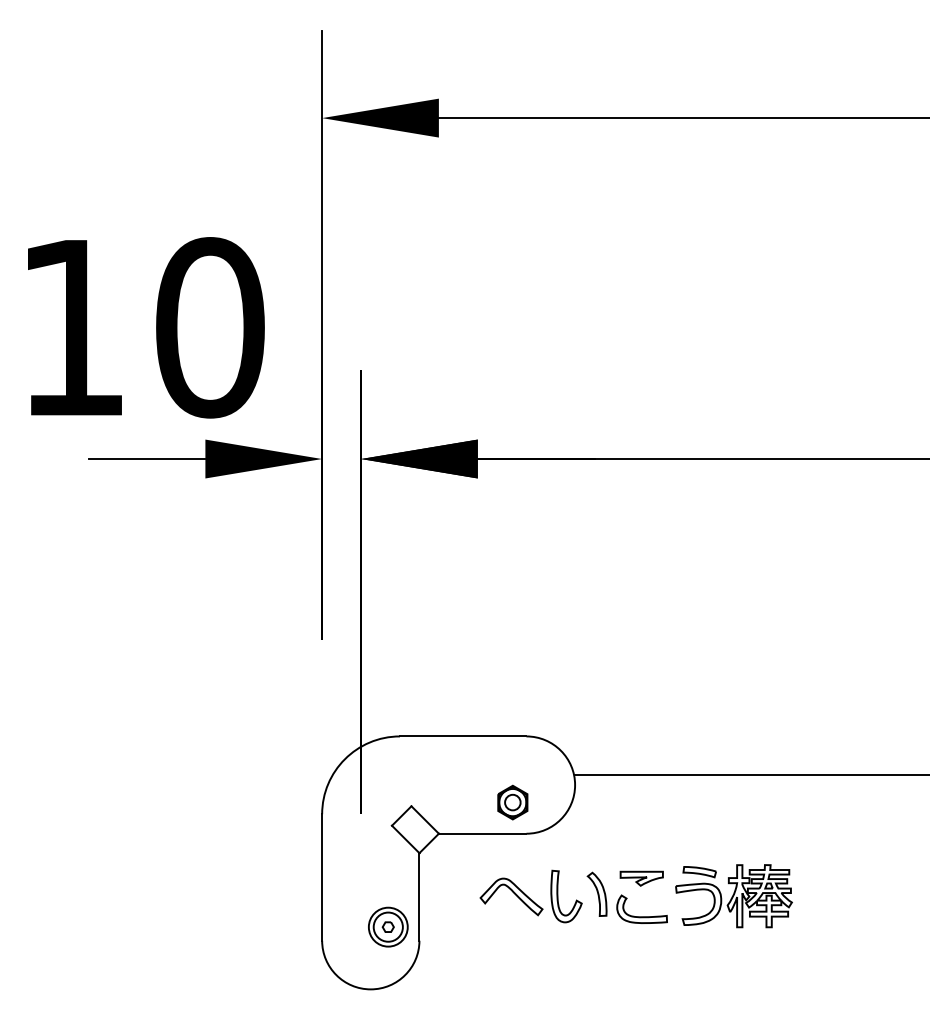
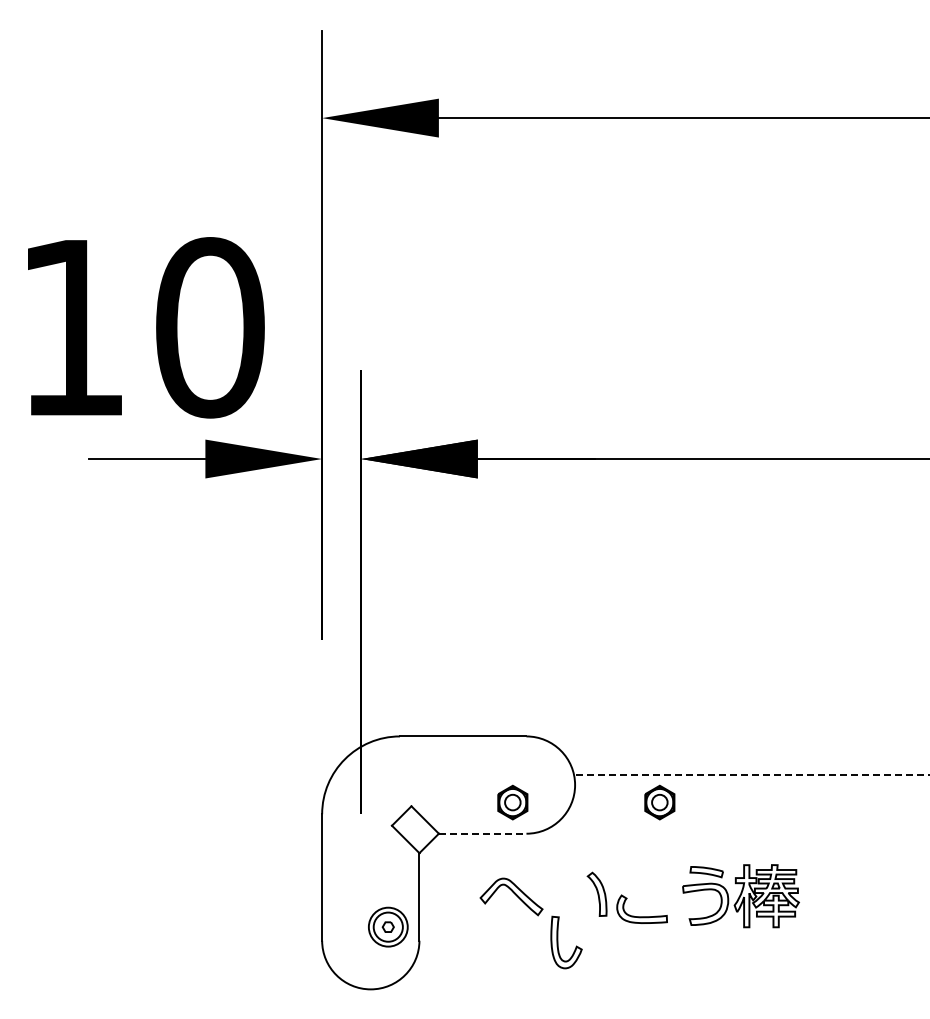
line at (752, 775): solid -> dashed
part at (659, 802): none -> present
line at (482, 833): solid -> dashed
part at (641, 878): present -> none
part at (558, 896) position: (558, 896) -> (558, 942)
part at (733, 896) position: (733, 896) -> (740, 896)
